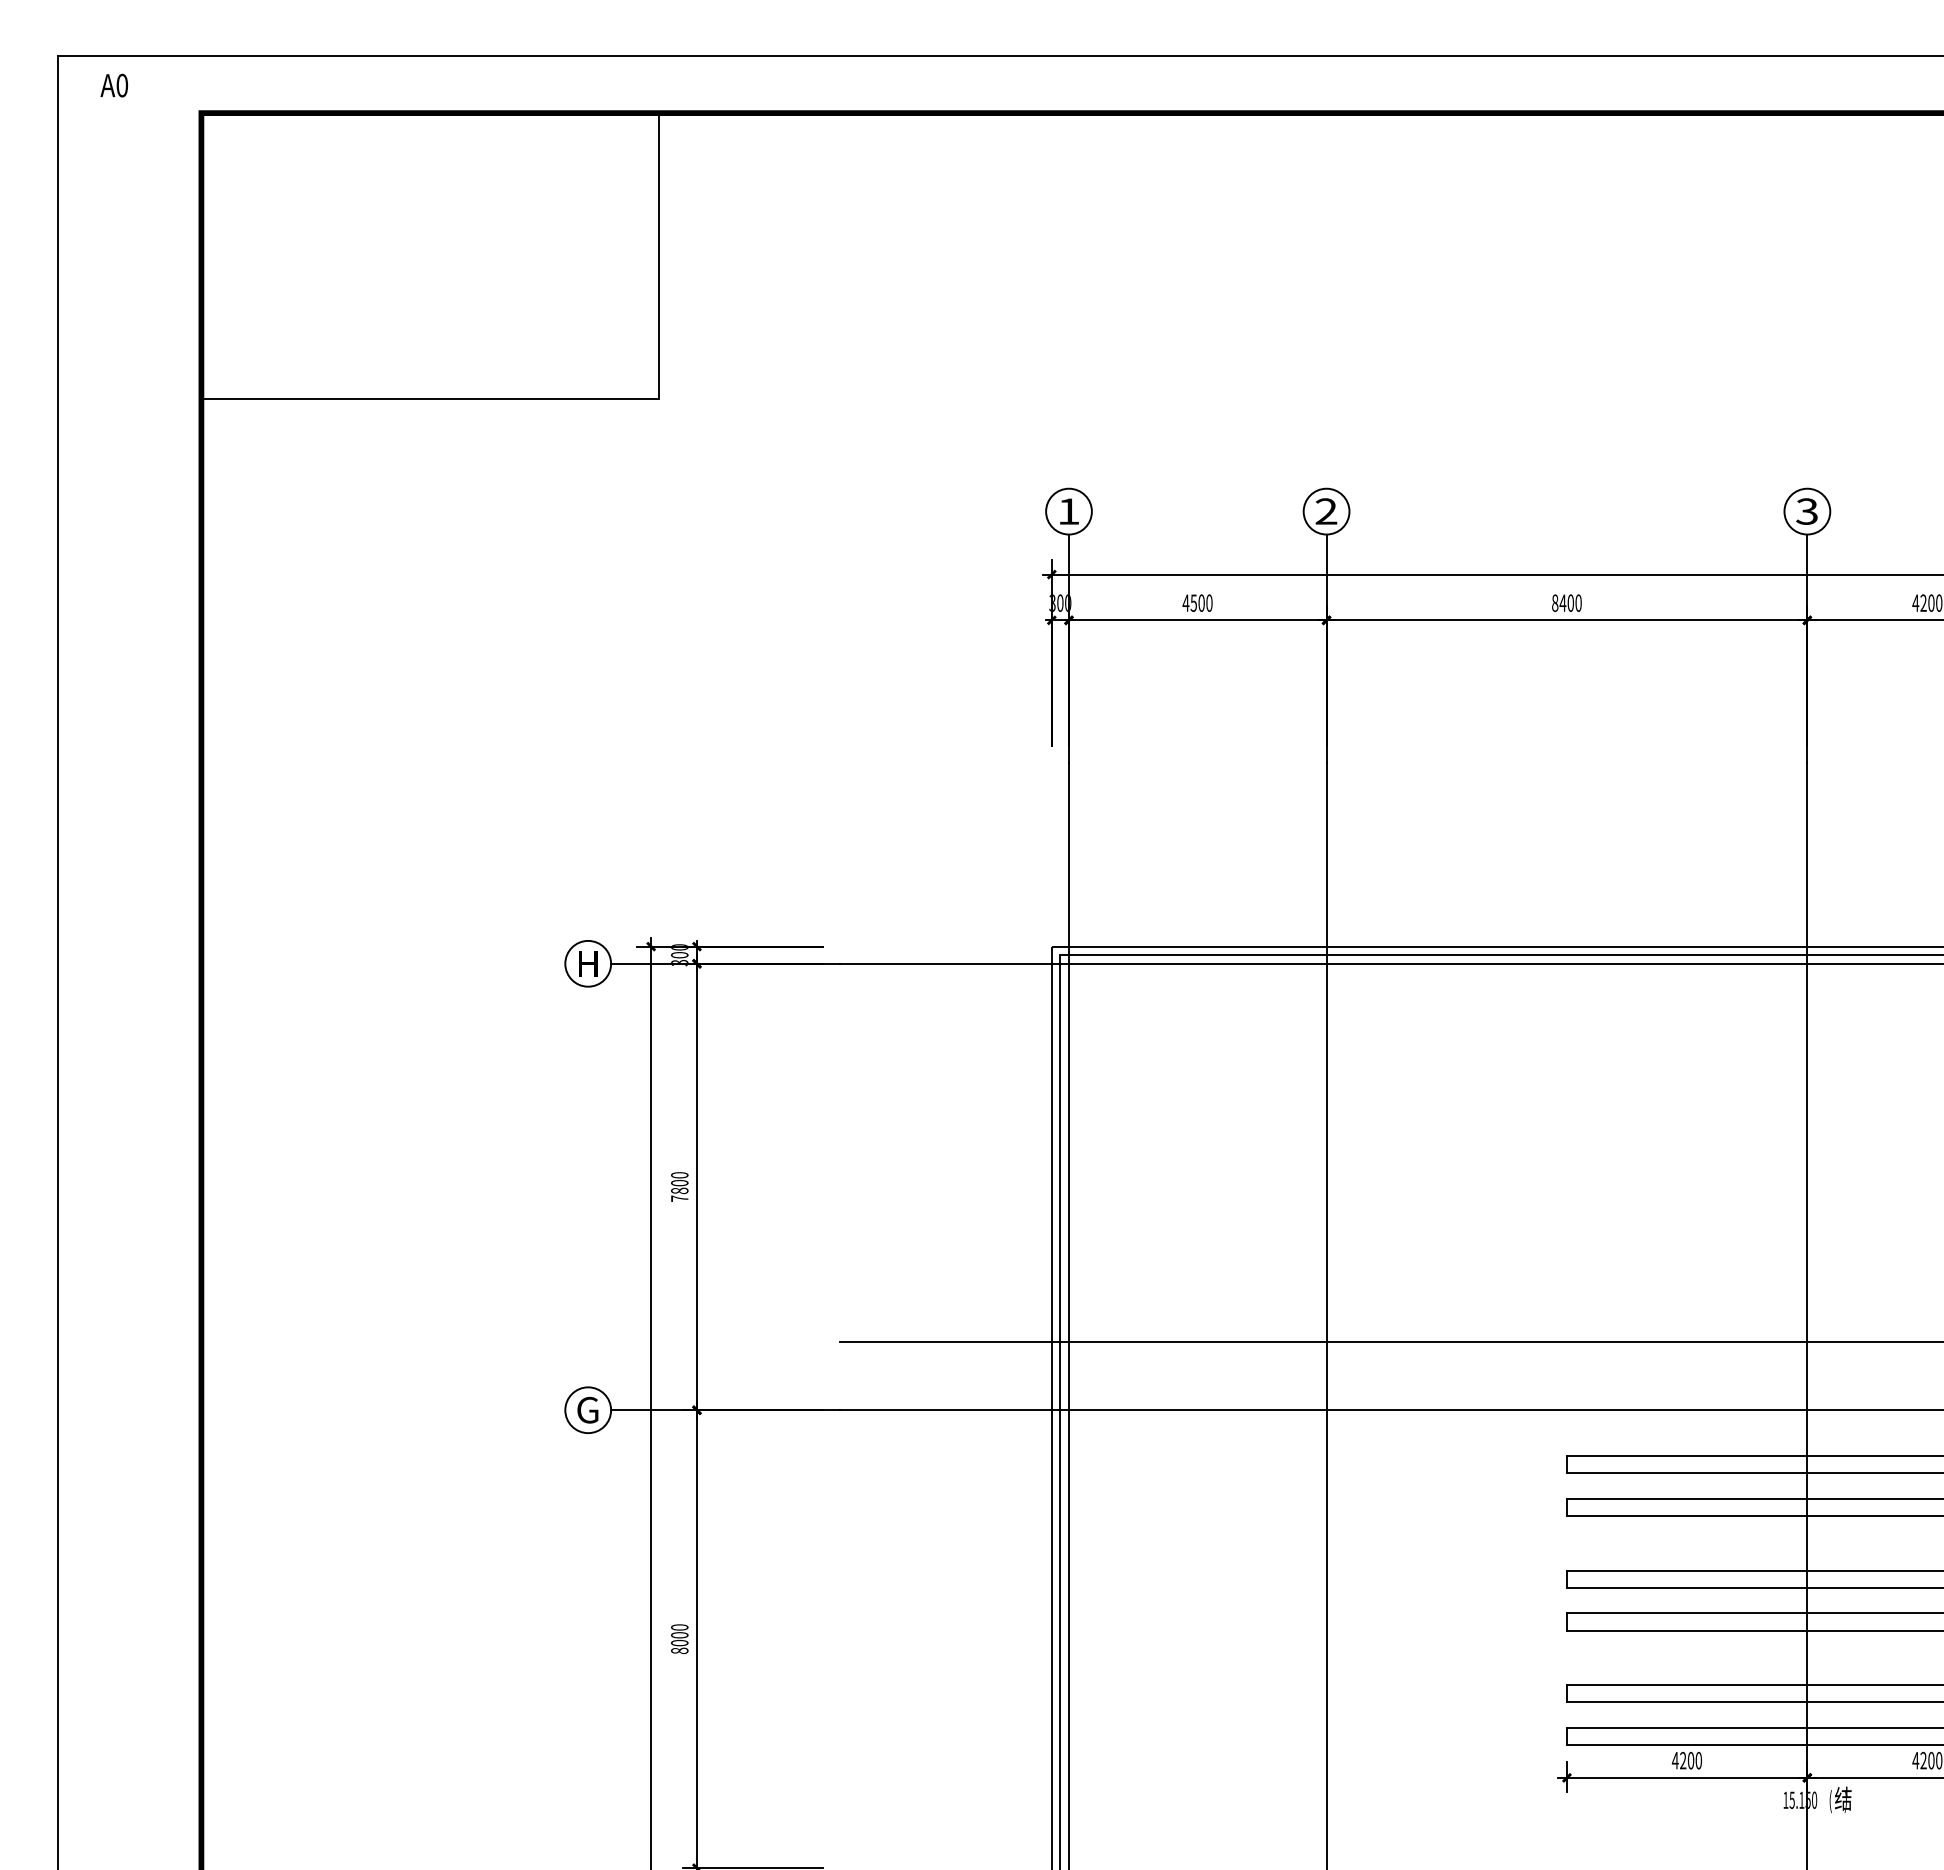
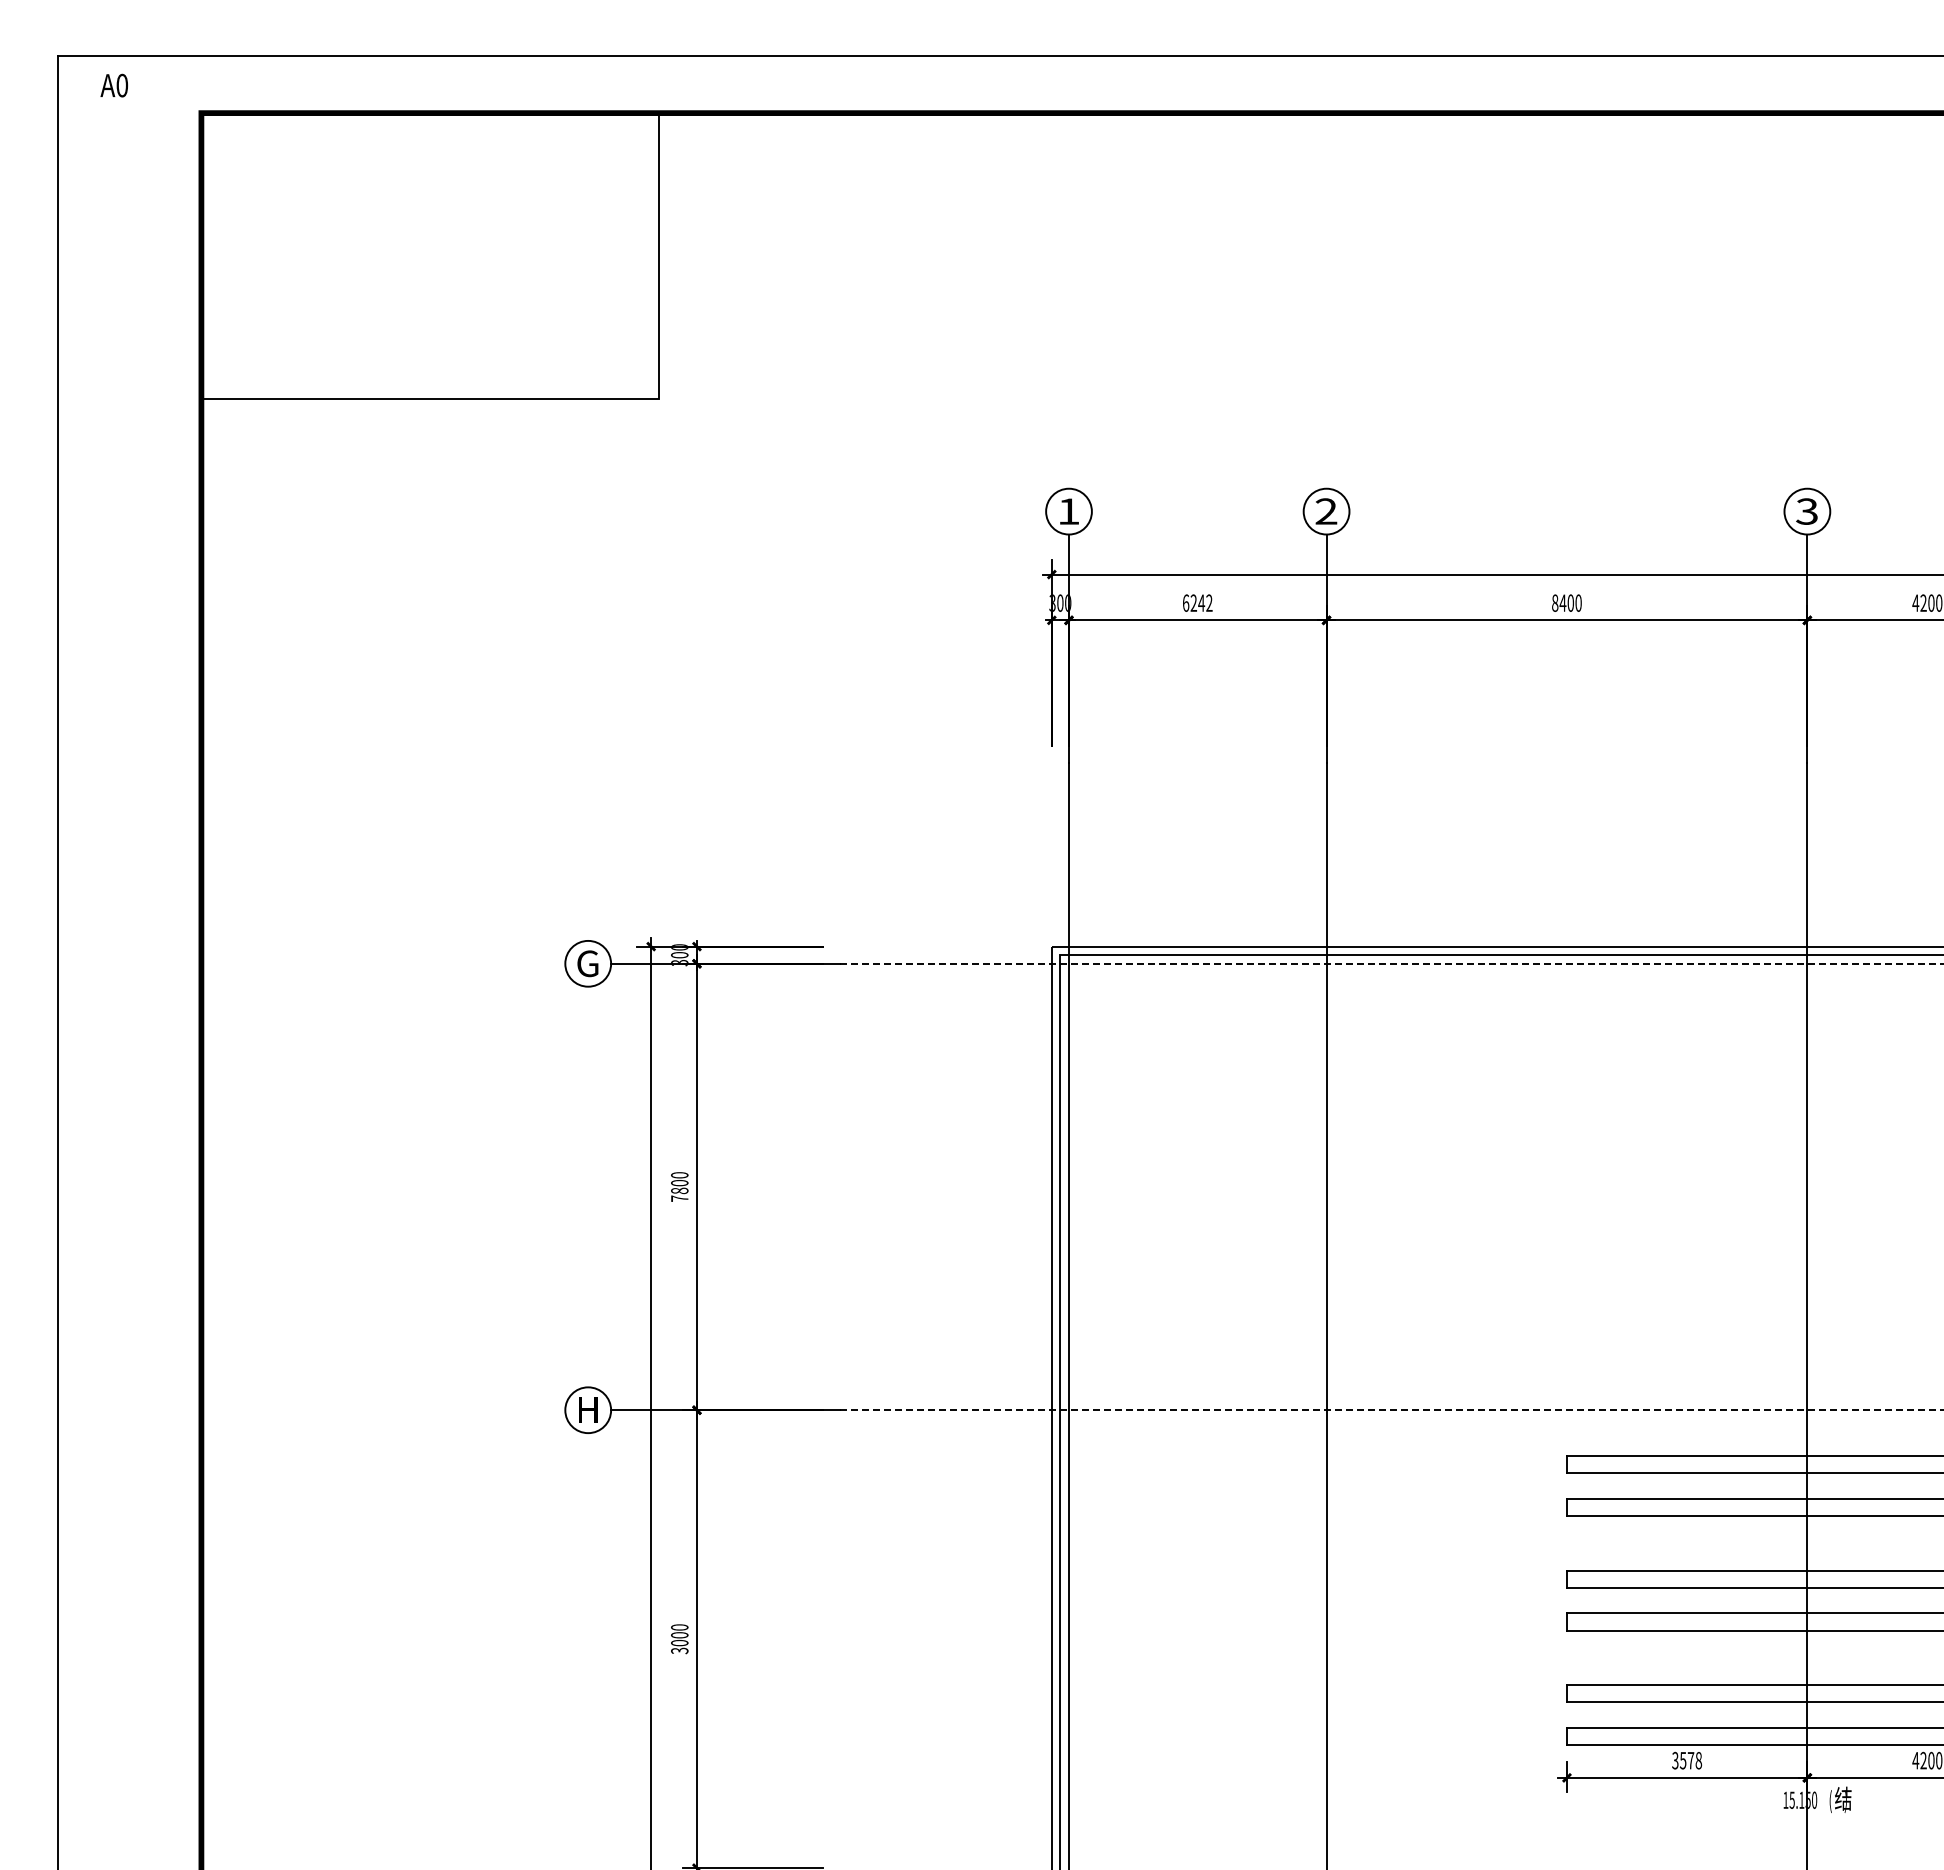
text at (1197, 602): 4500 -> 6242
text at (587, 963): H -> G
line at (1391, 963): solid -> dashed
line at (1390, 1341): present -> none
text at (587, 1409): G -> H
line at (1391, 1410): solid -> dashed
text at (679, 1650): 8000 -> 3000
text at (1686, 1760): 4200 -> 3578
